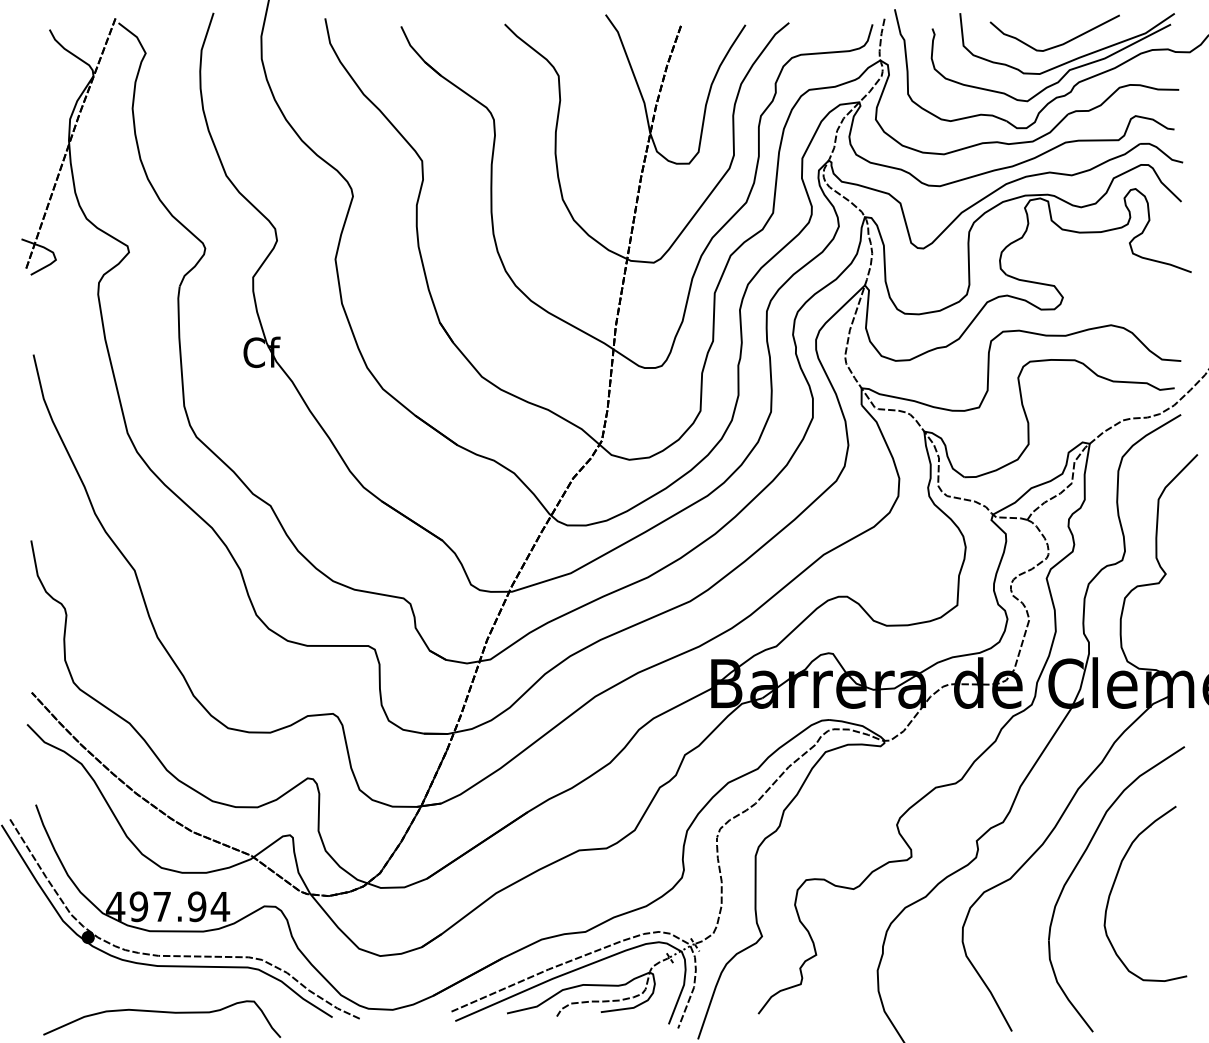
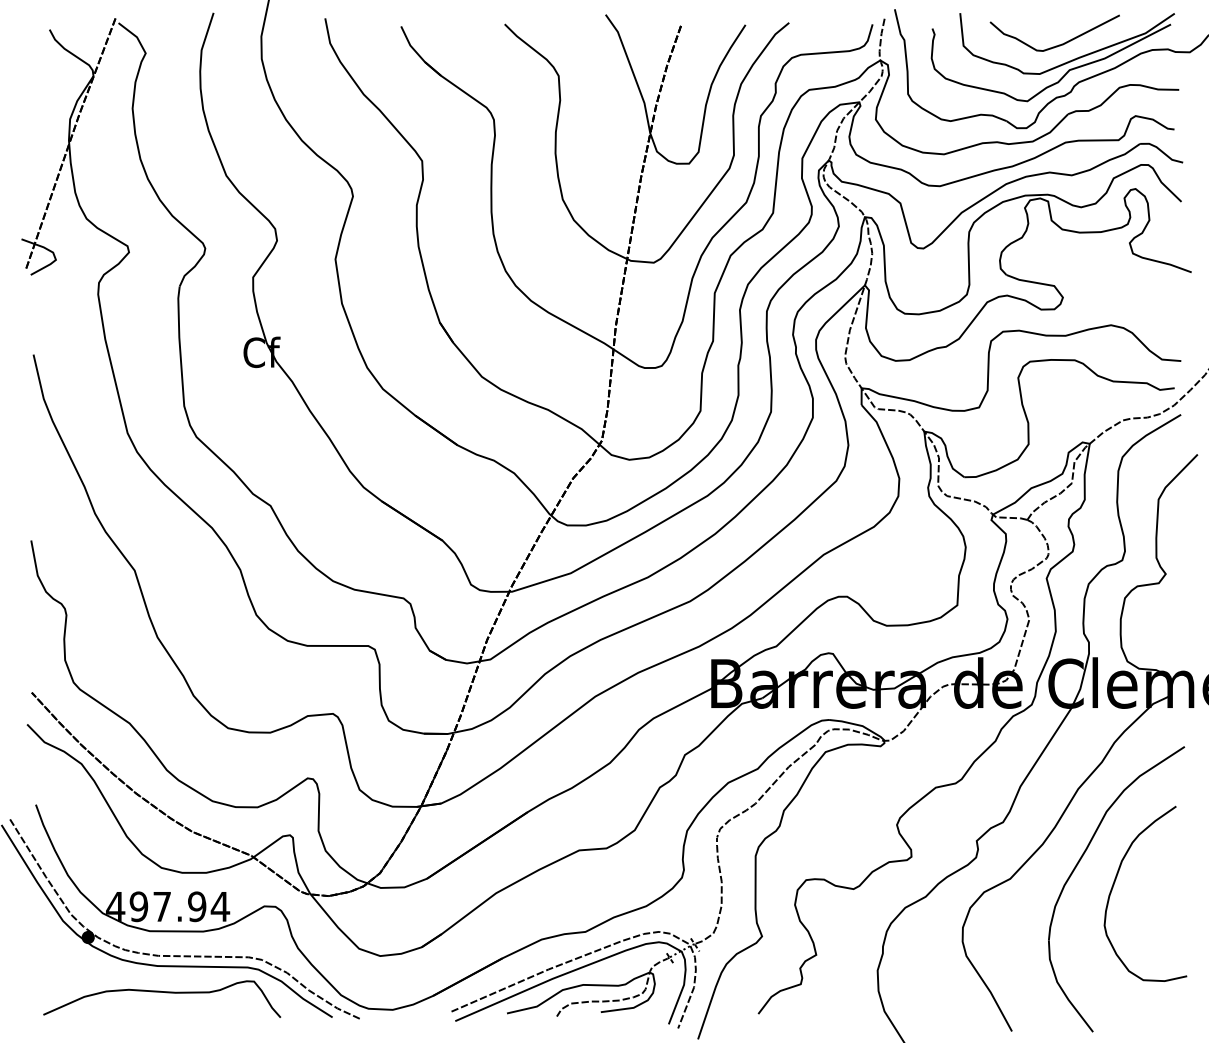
curve at (162, 1012) position: (162, 1012) -> (162, 992)
